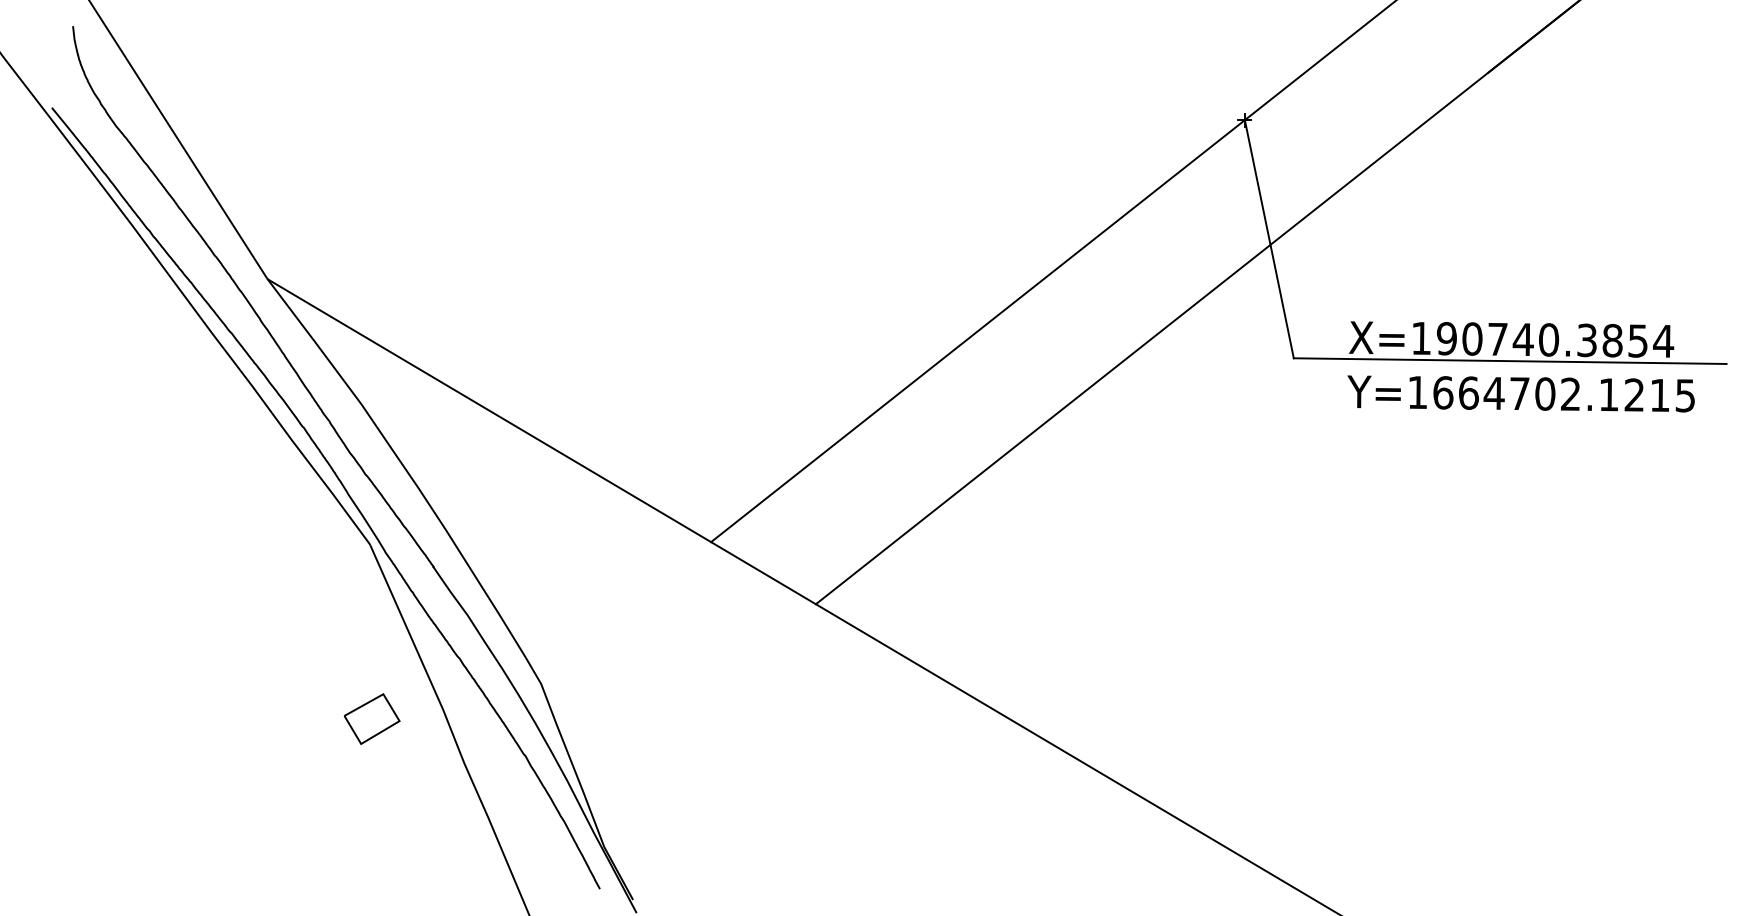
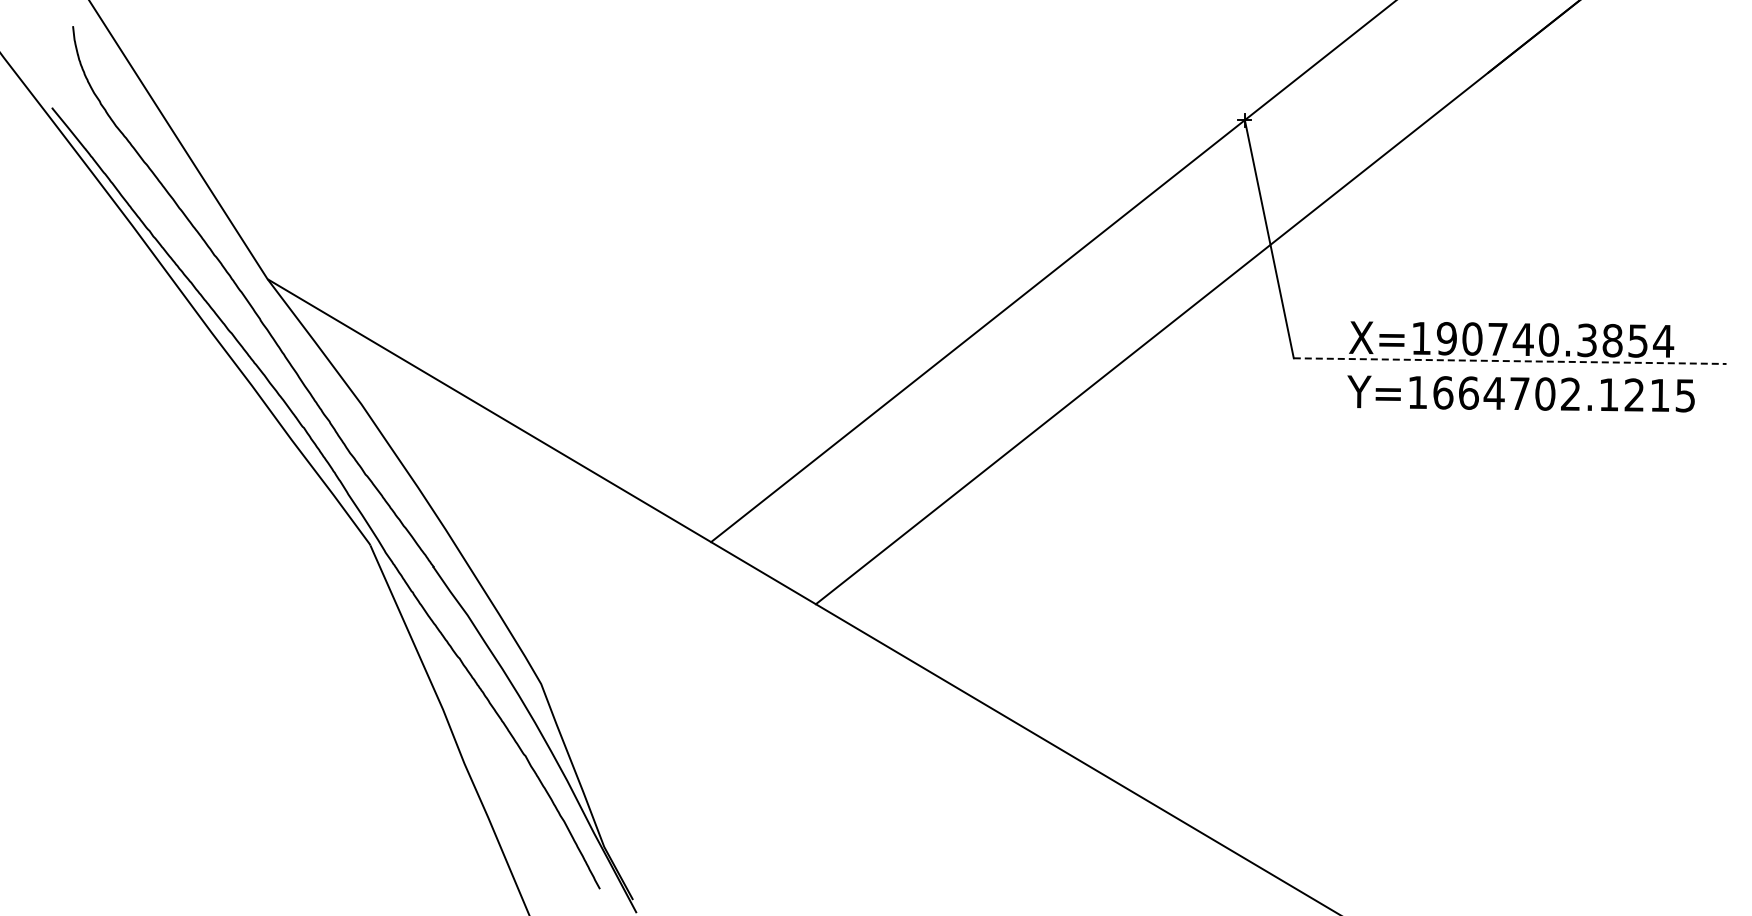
line at (1510, 361): solid -> dashed
part at (371, 718): present -> none
